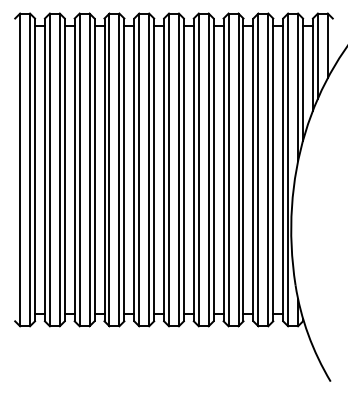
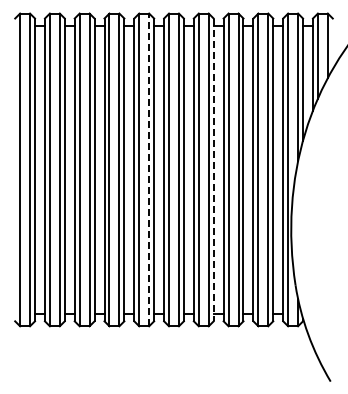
line at (149, 169): solid -> dashed
line at (213, 170): solid -> dashed
